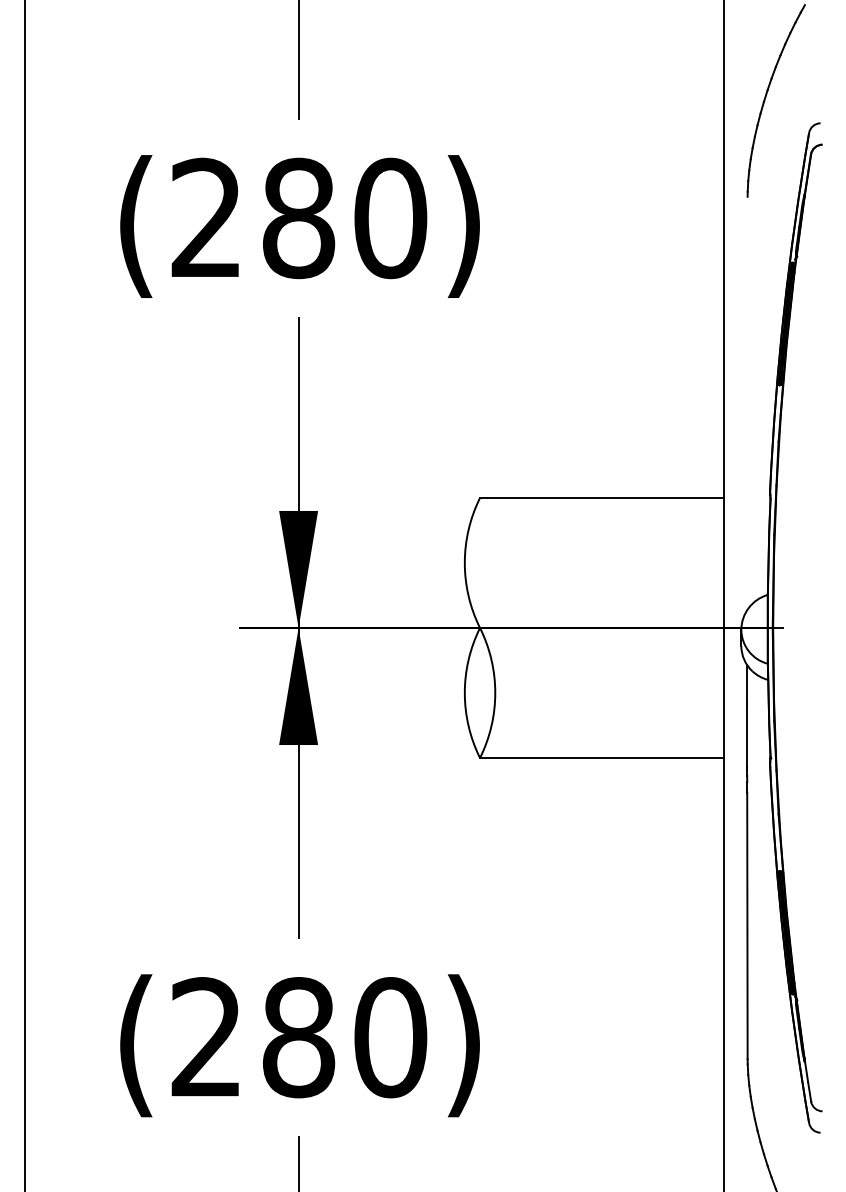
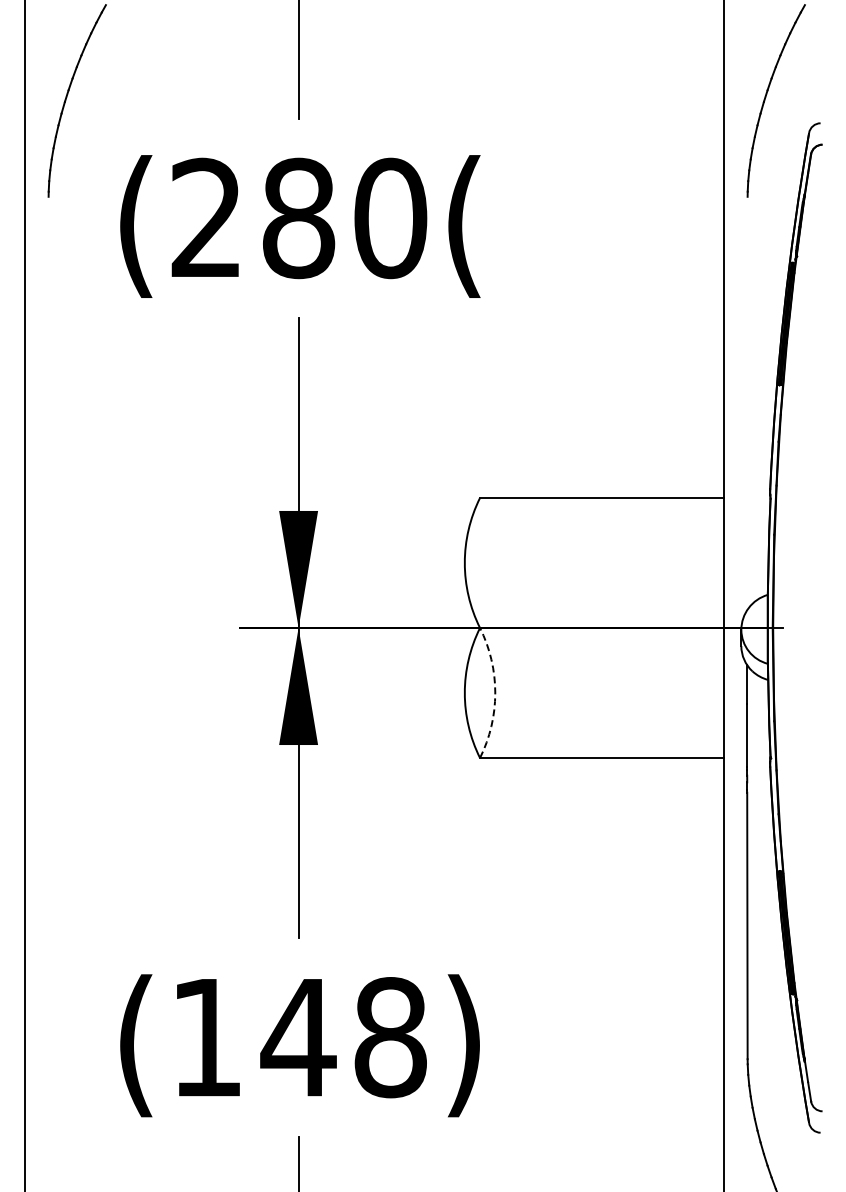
part at (67, 97): none -> present
text at (463, 226): ) -> (
arc at (495, 693): solid -> dashed
text at (299, 1037): 280 -> 148
